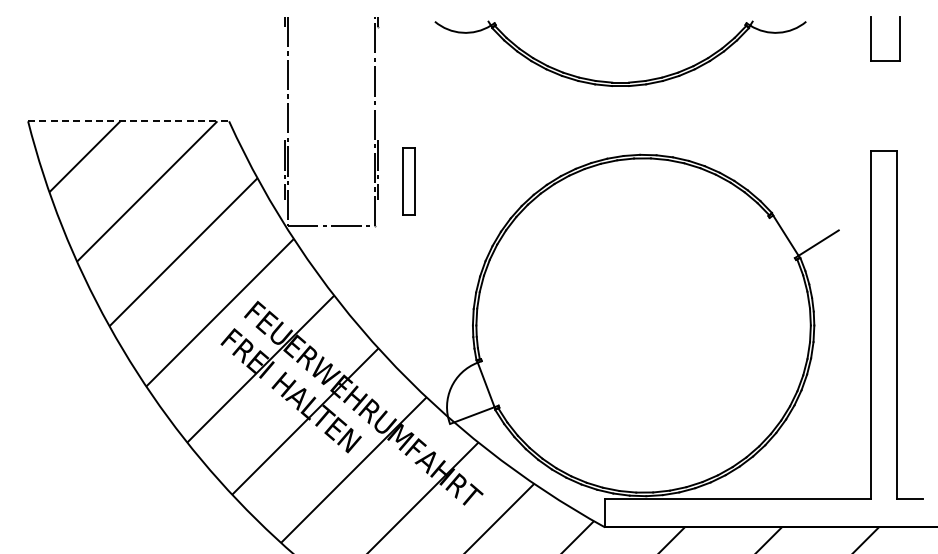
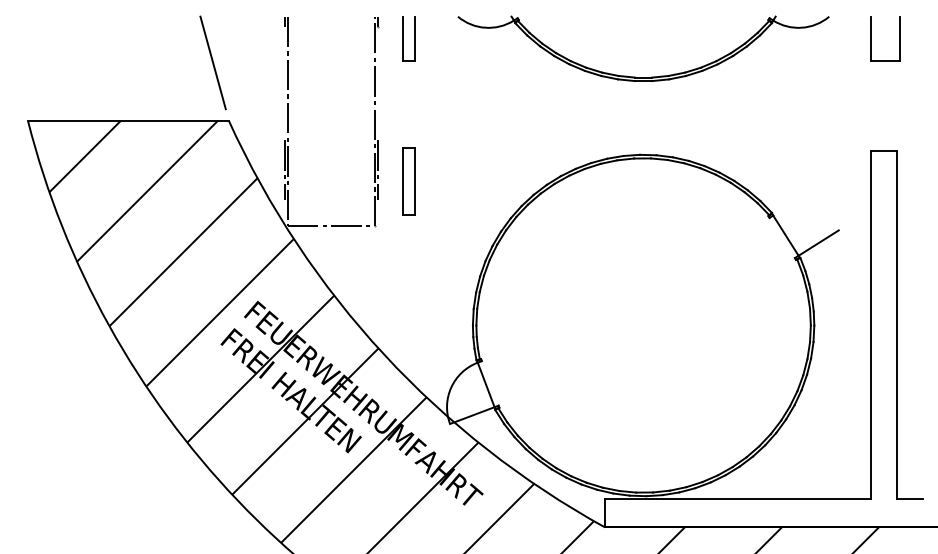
part at (408, 38): none -> present
line at (212, 62): none -> present
part at (620, 82) position: (620, 82) -> (643, 77)
line at (128, 121): dashed -> solid
